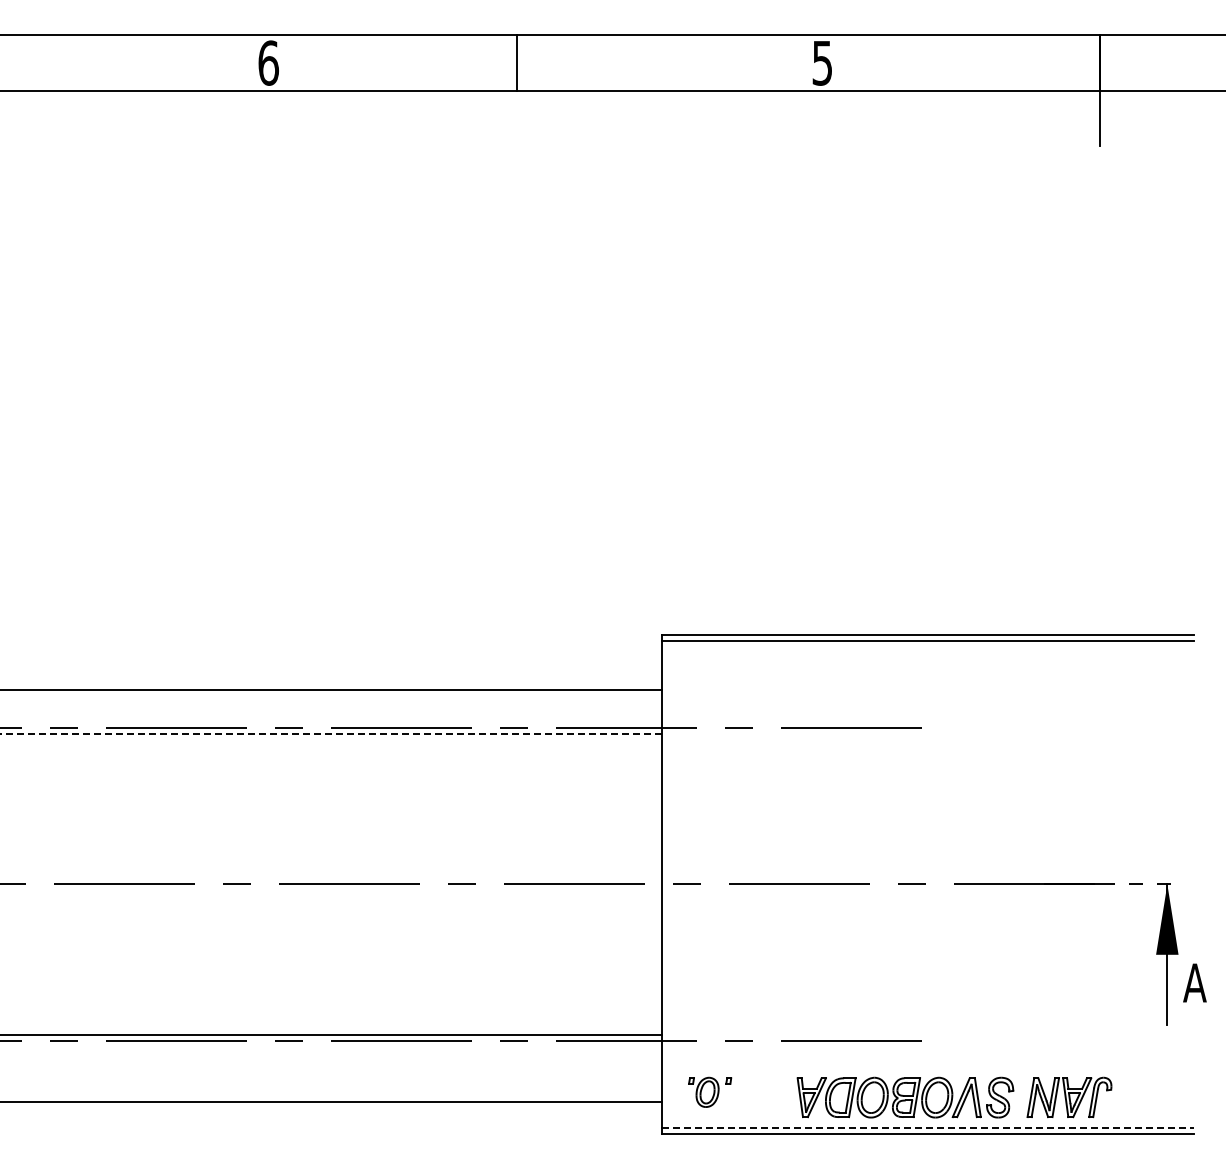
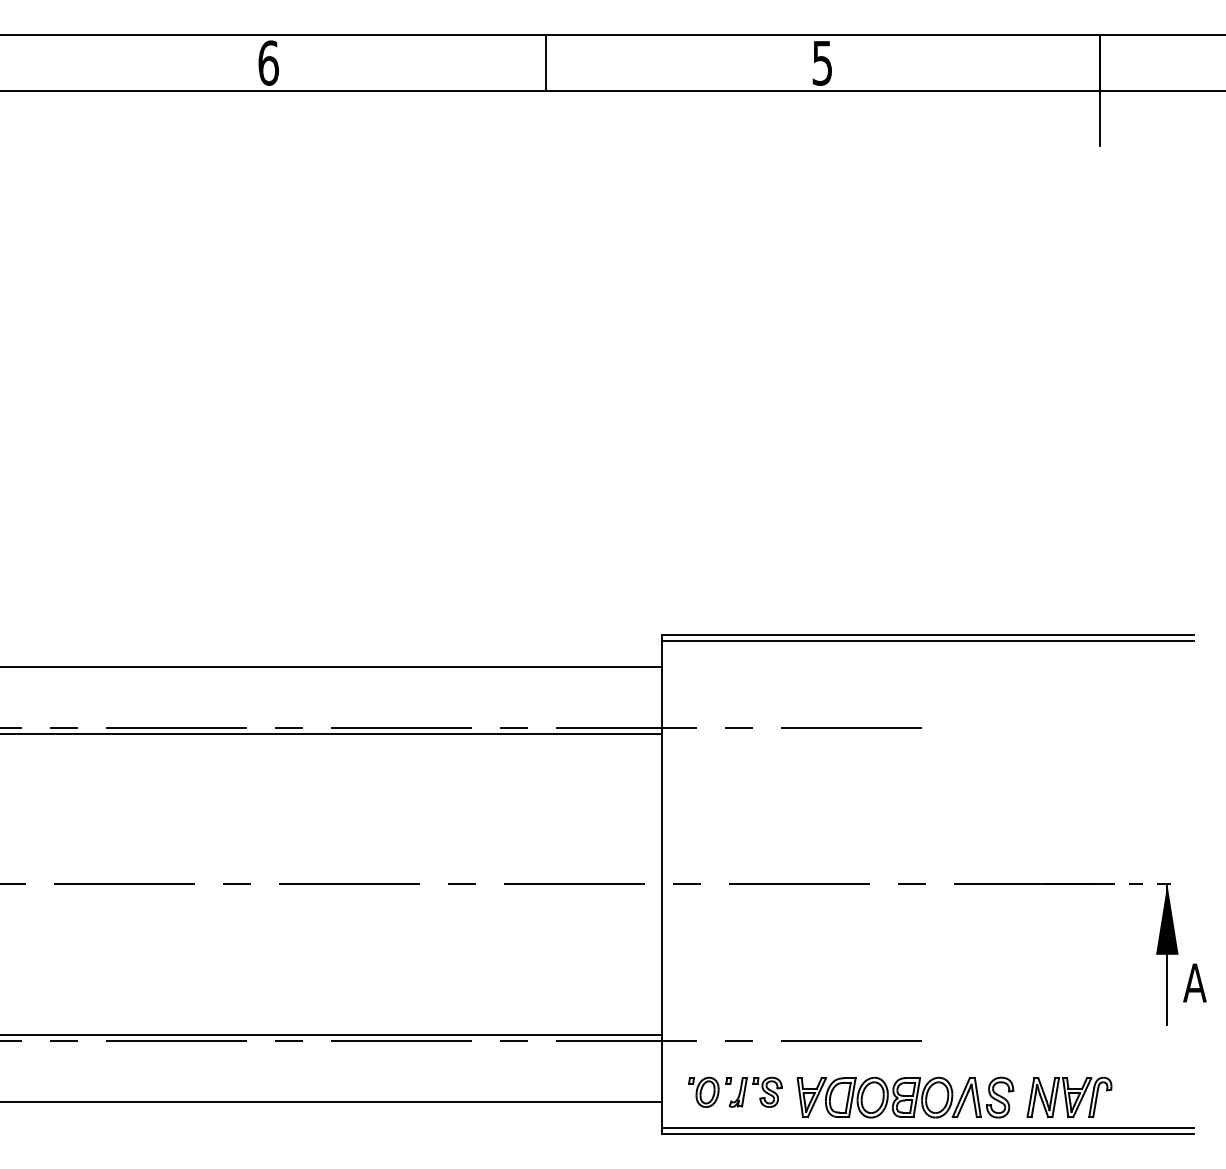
line at (517, 62) position: (517, 62) -> (546, 62)
line at (331, 690) position: (331, 690) -> (331, 667)
line at (331, 733): dashed -> solid
part at (755, 1084): none -> present
line at (927, 1128): dashed -> solid
